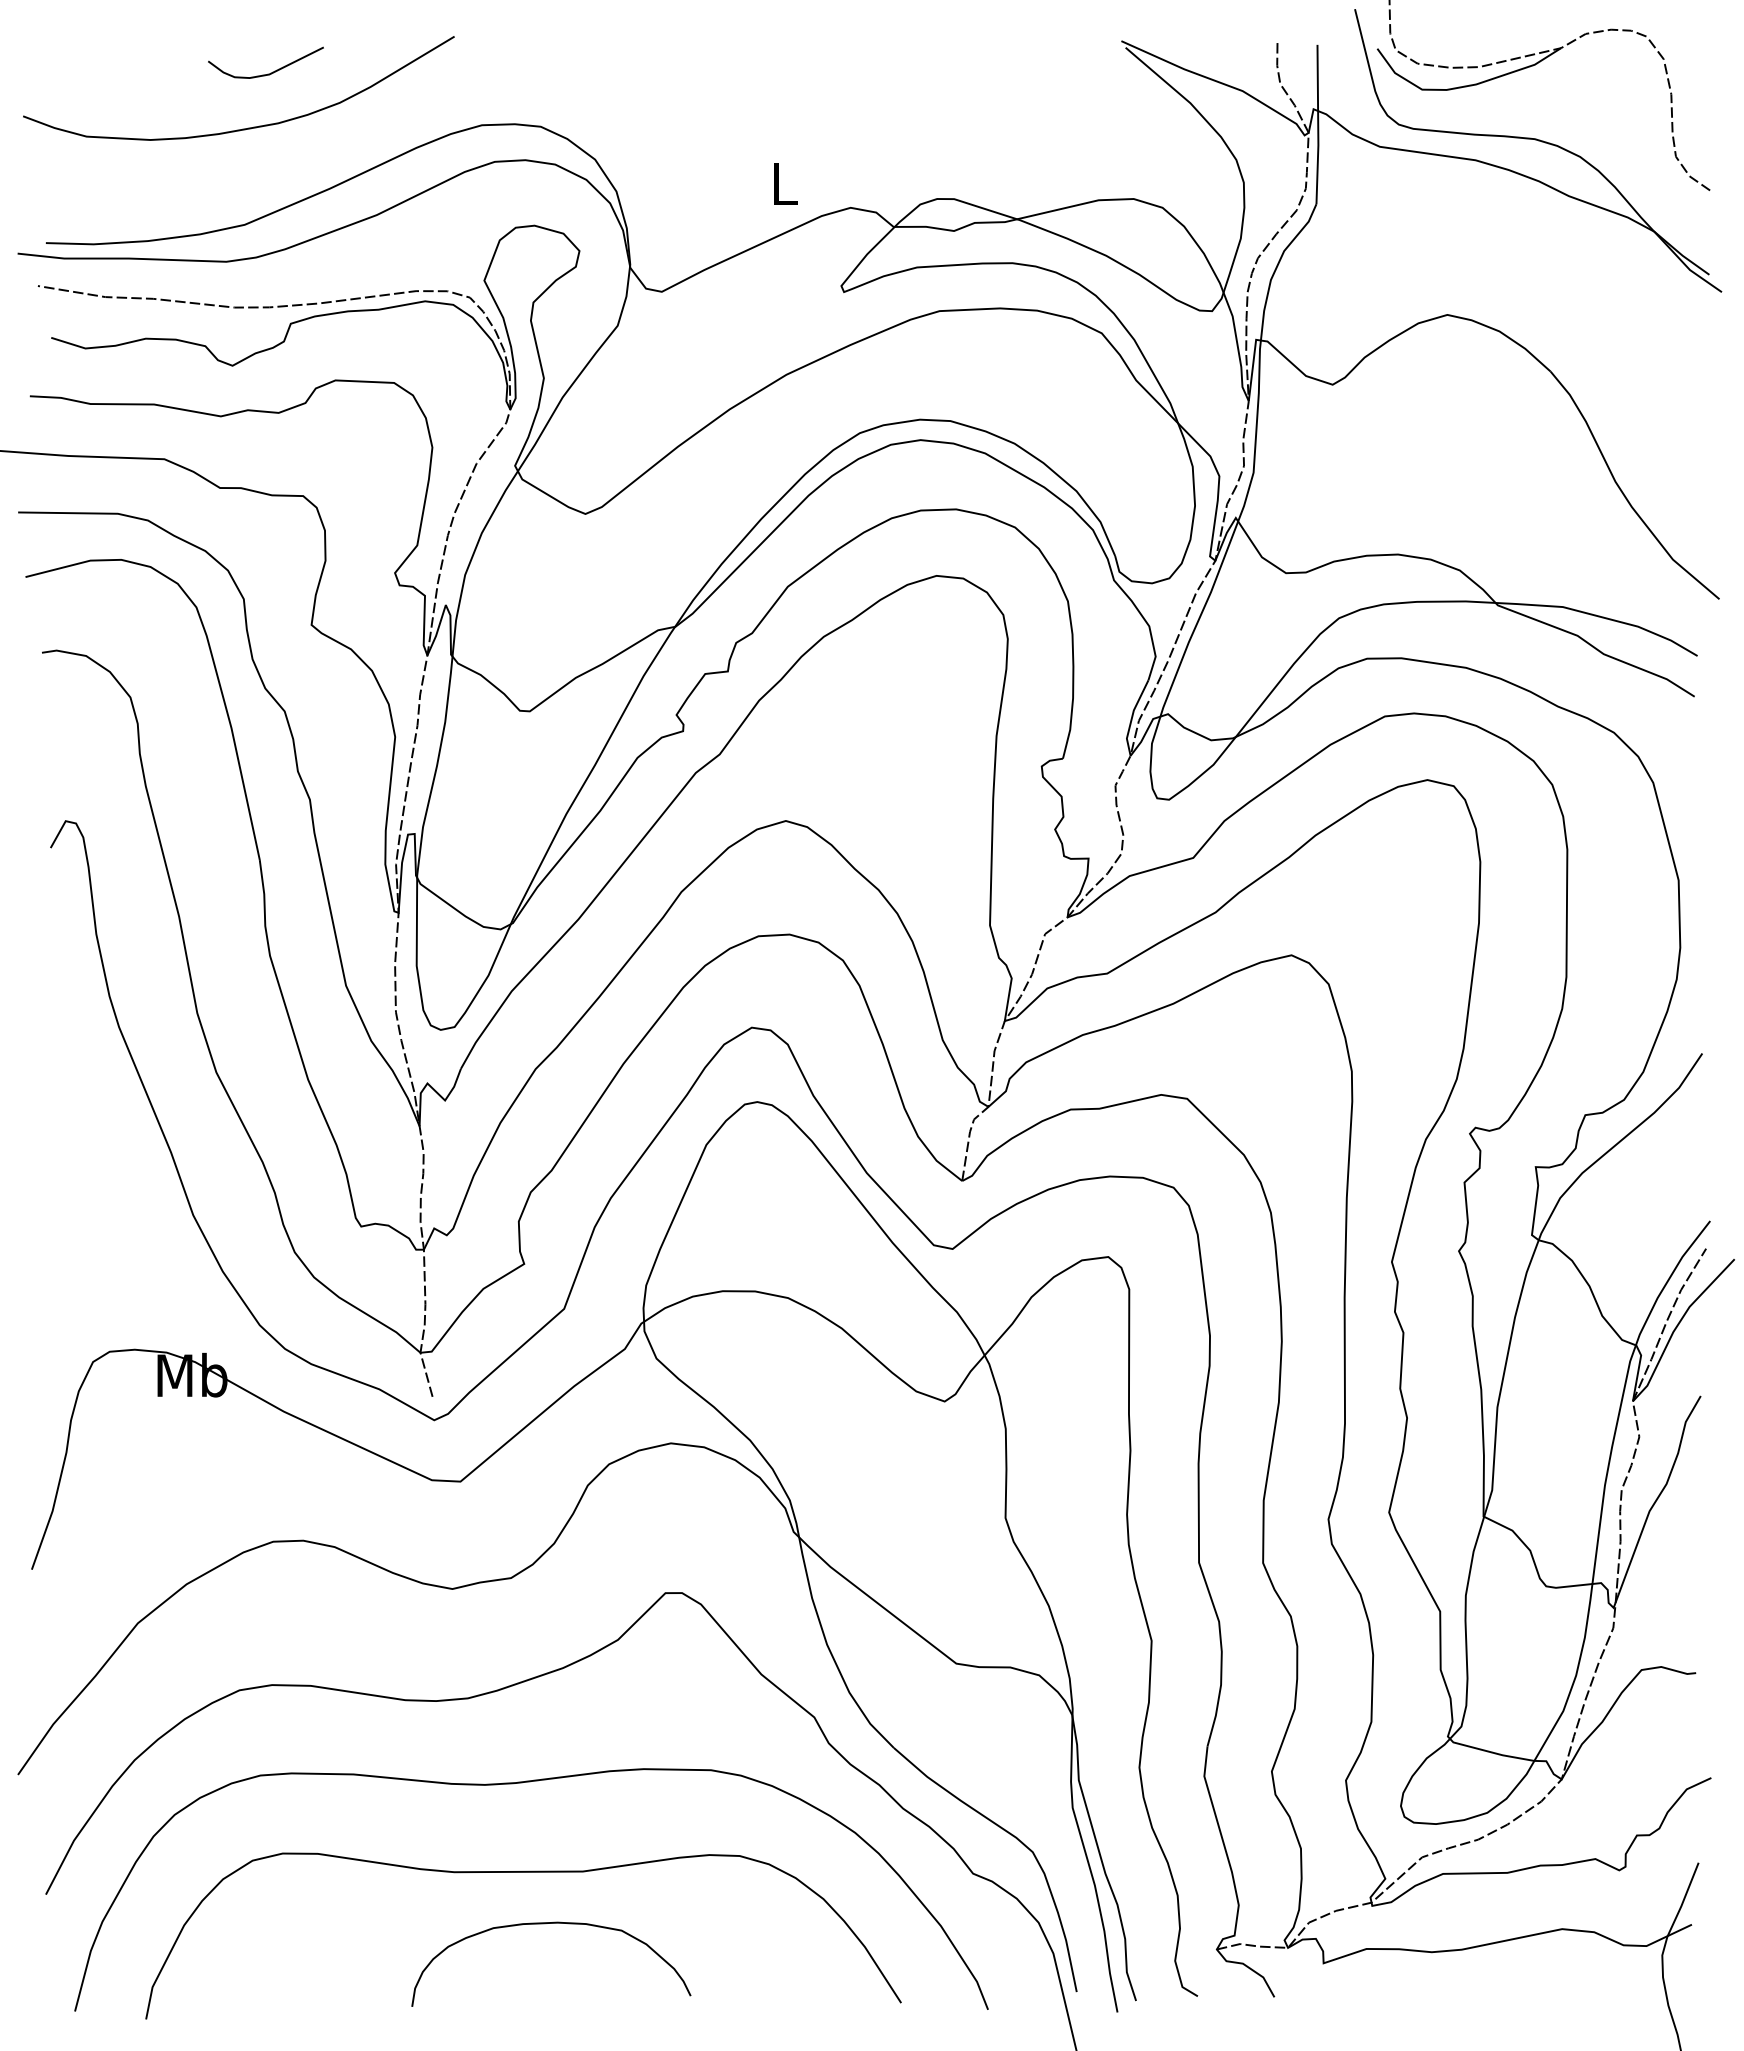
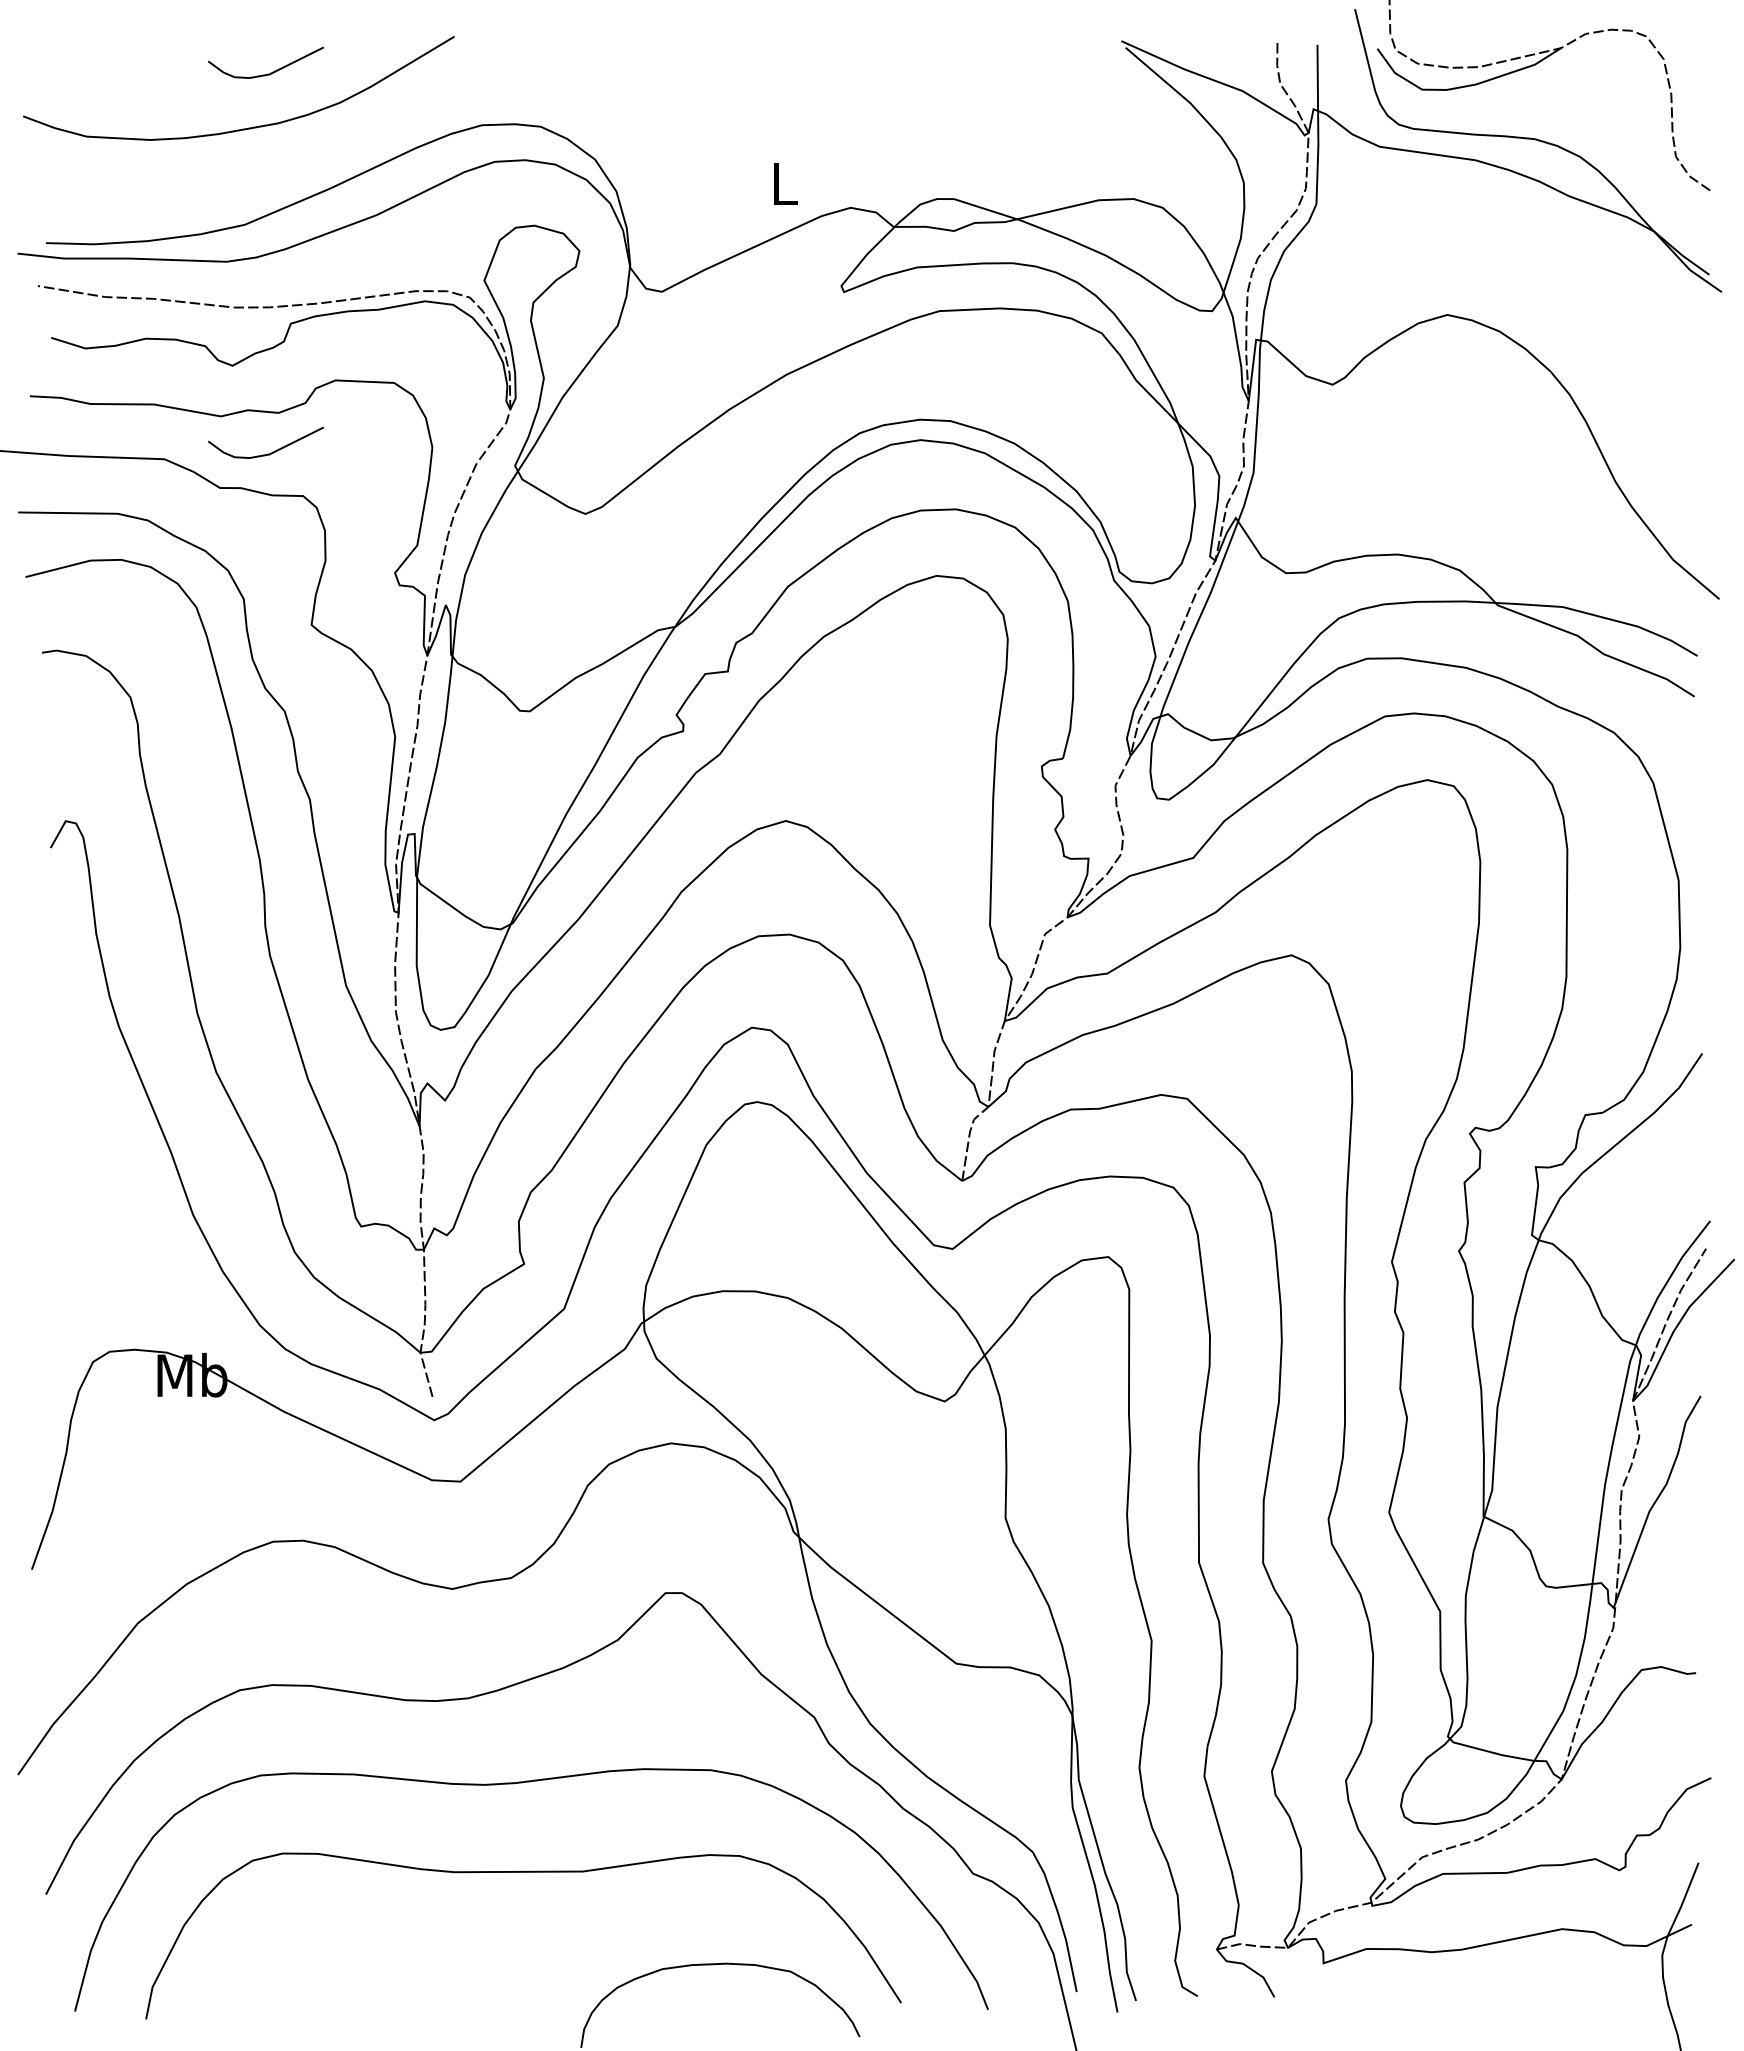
curve at (270, 452): none -> present
curve at (545, 1924) position: (545, 1924) -> (714, 1965)
